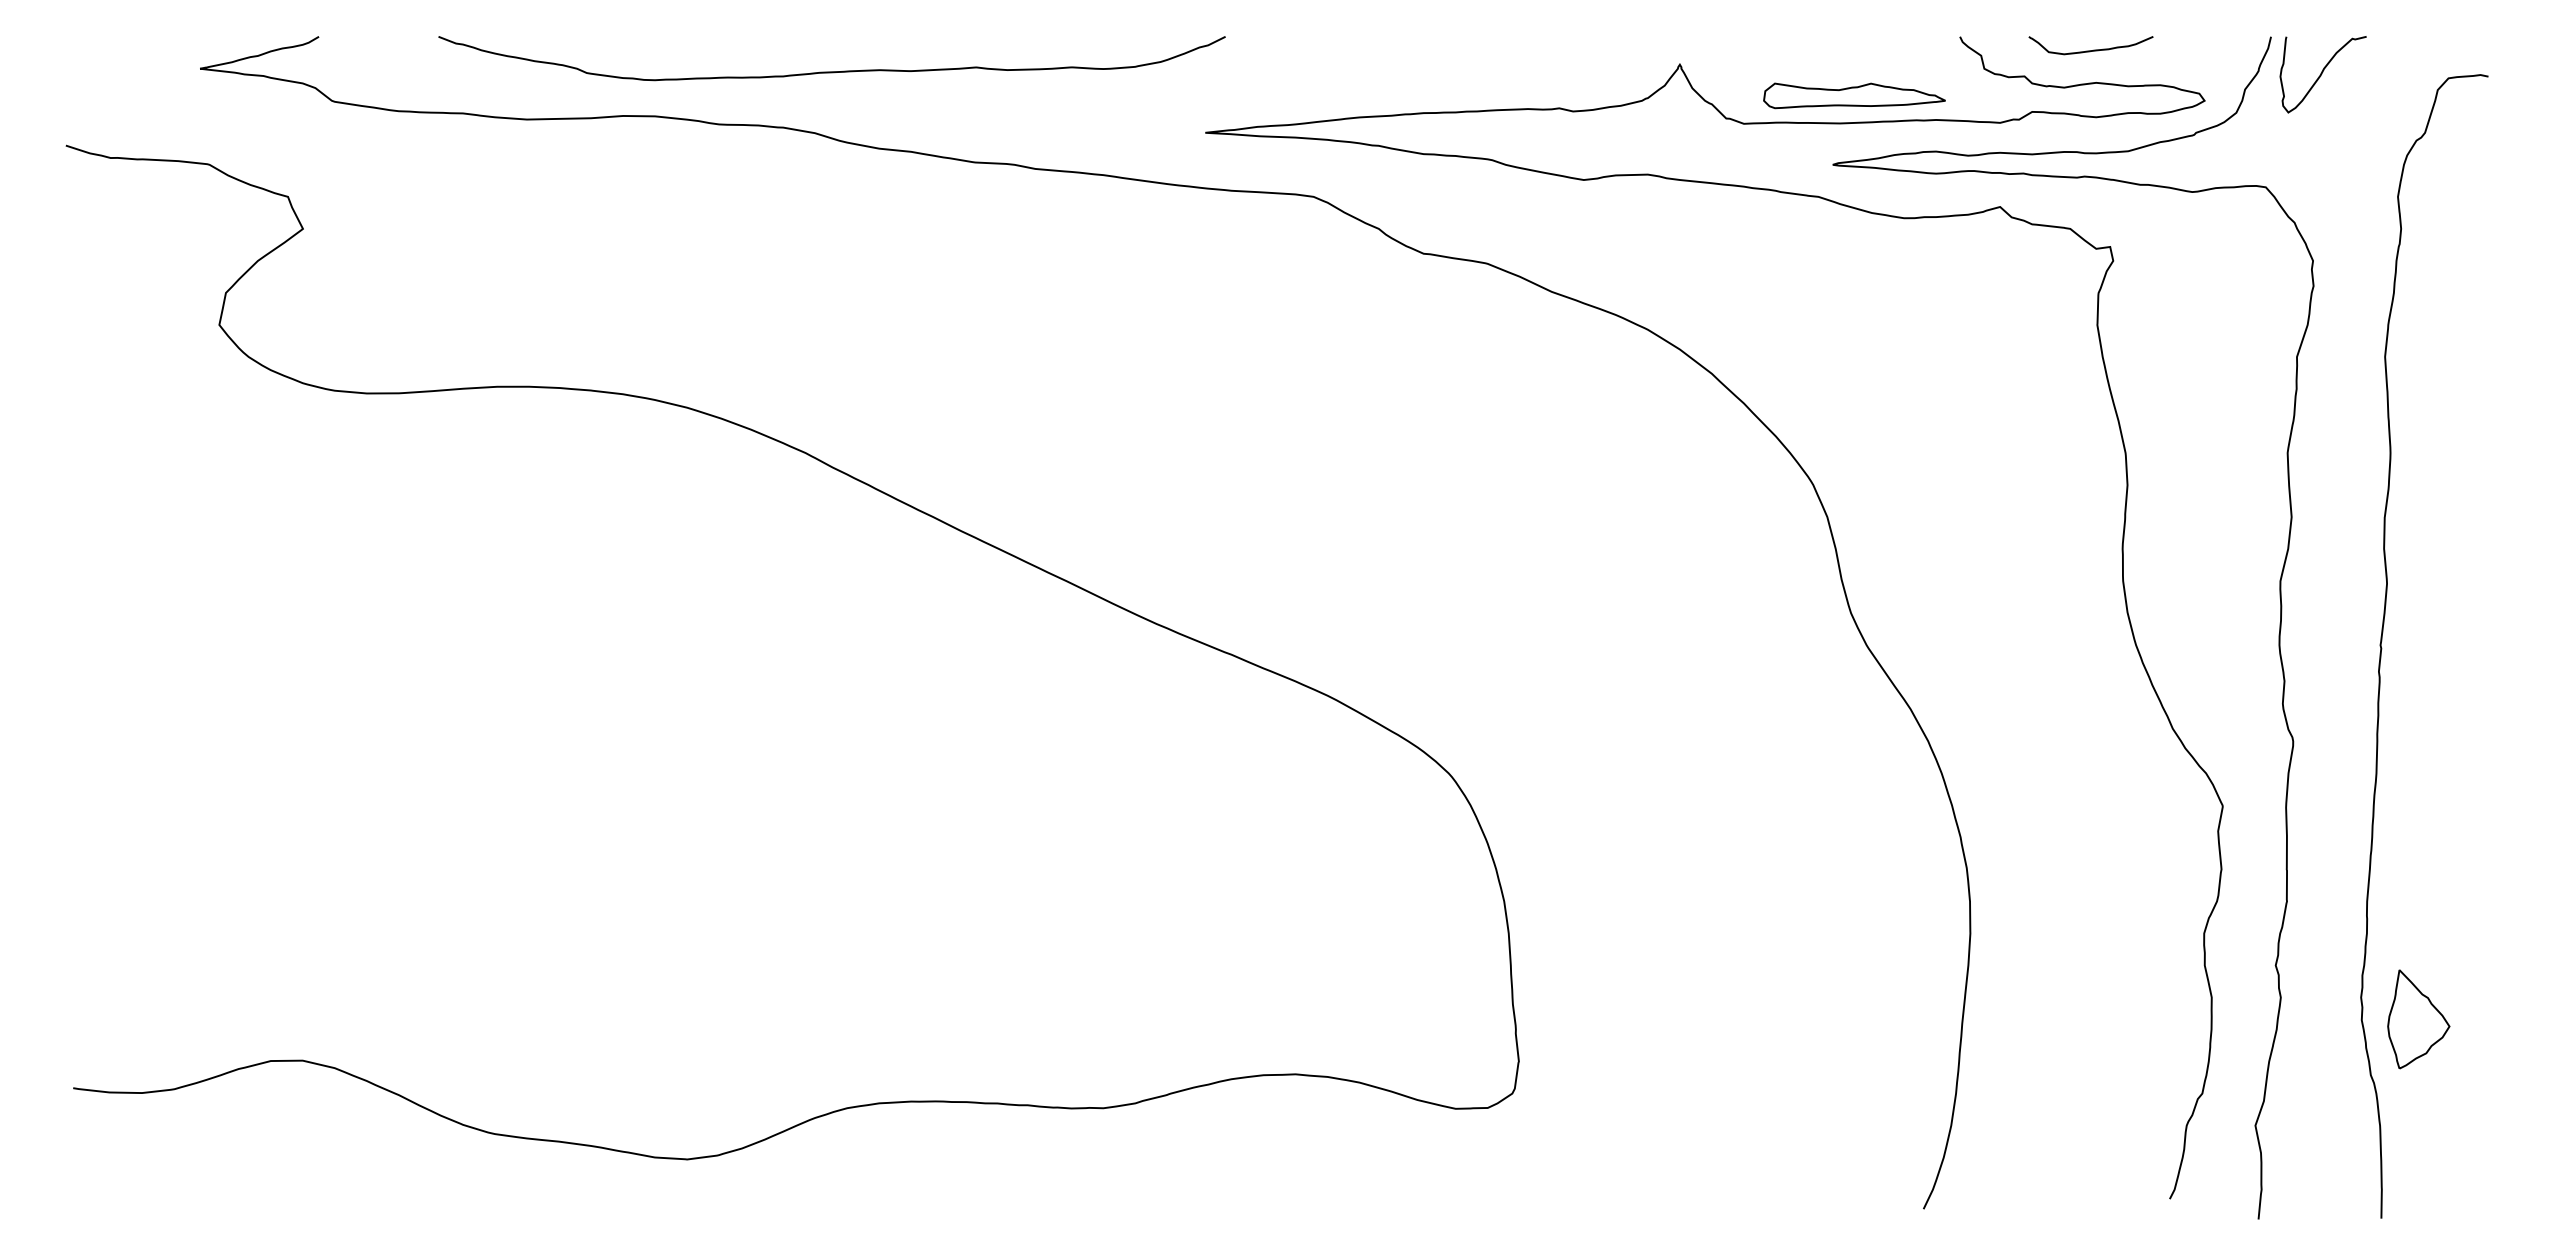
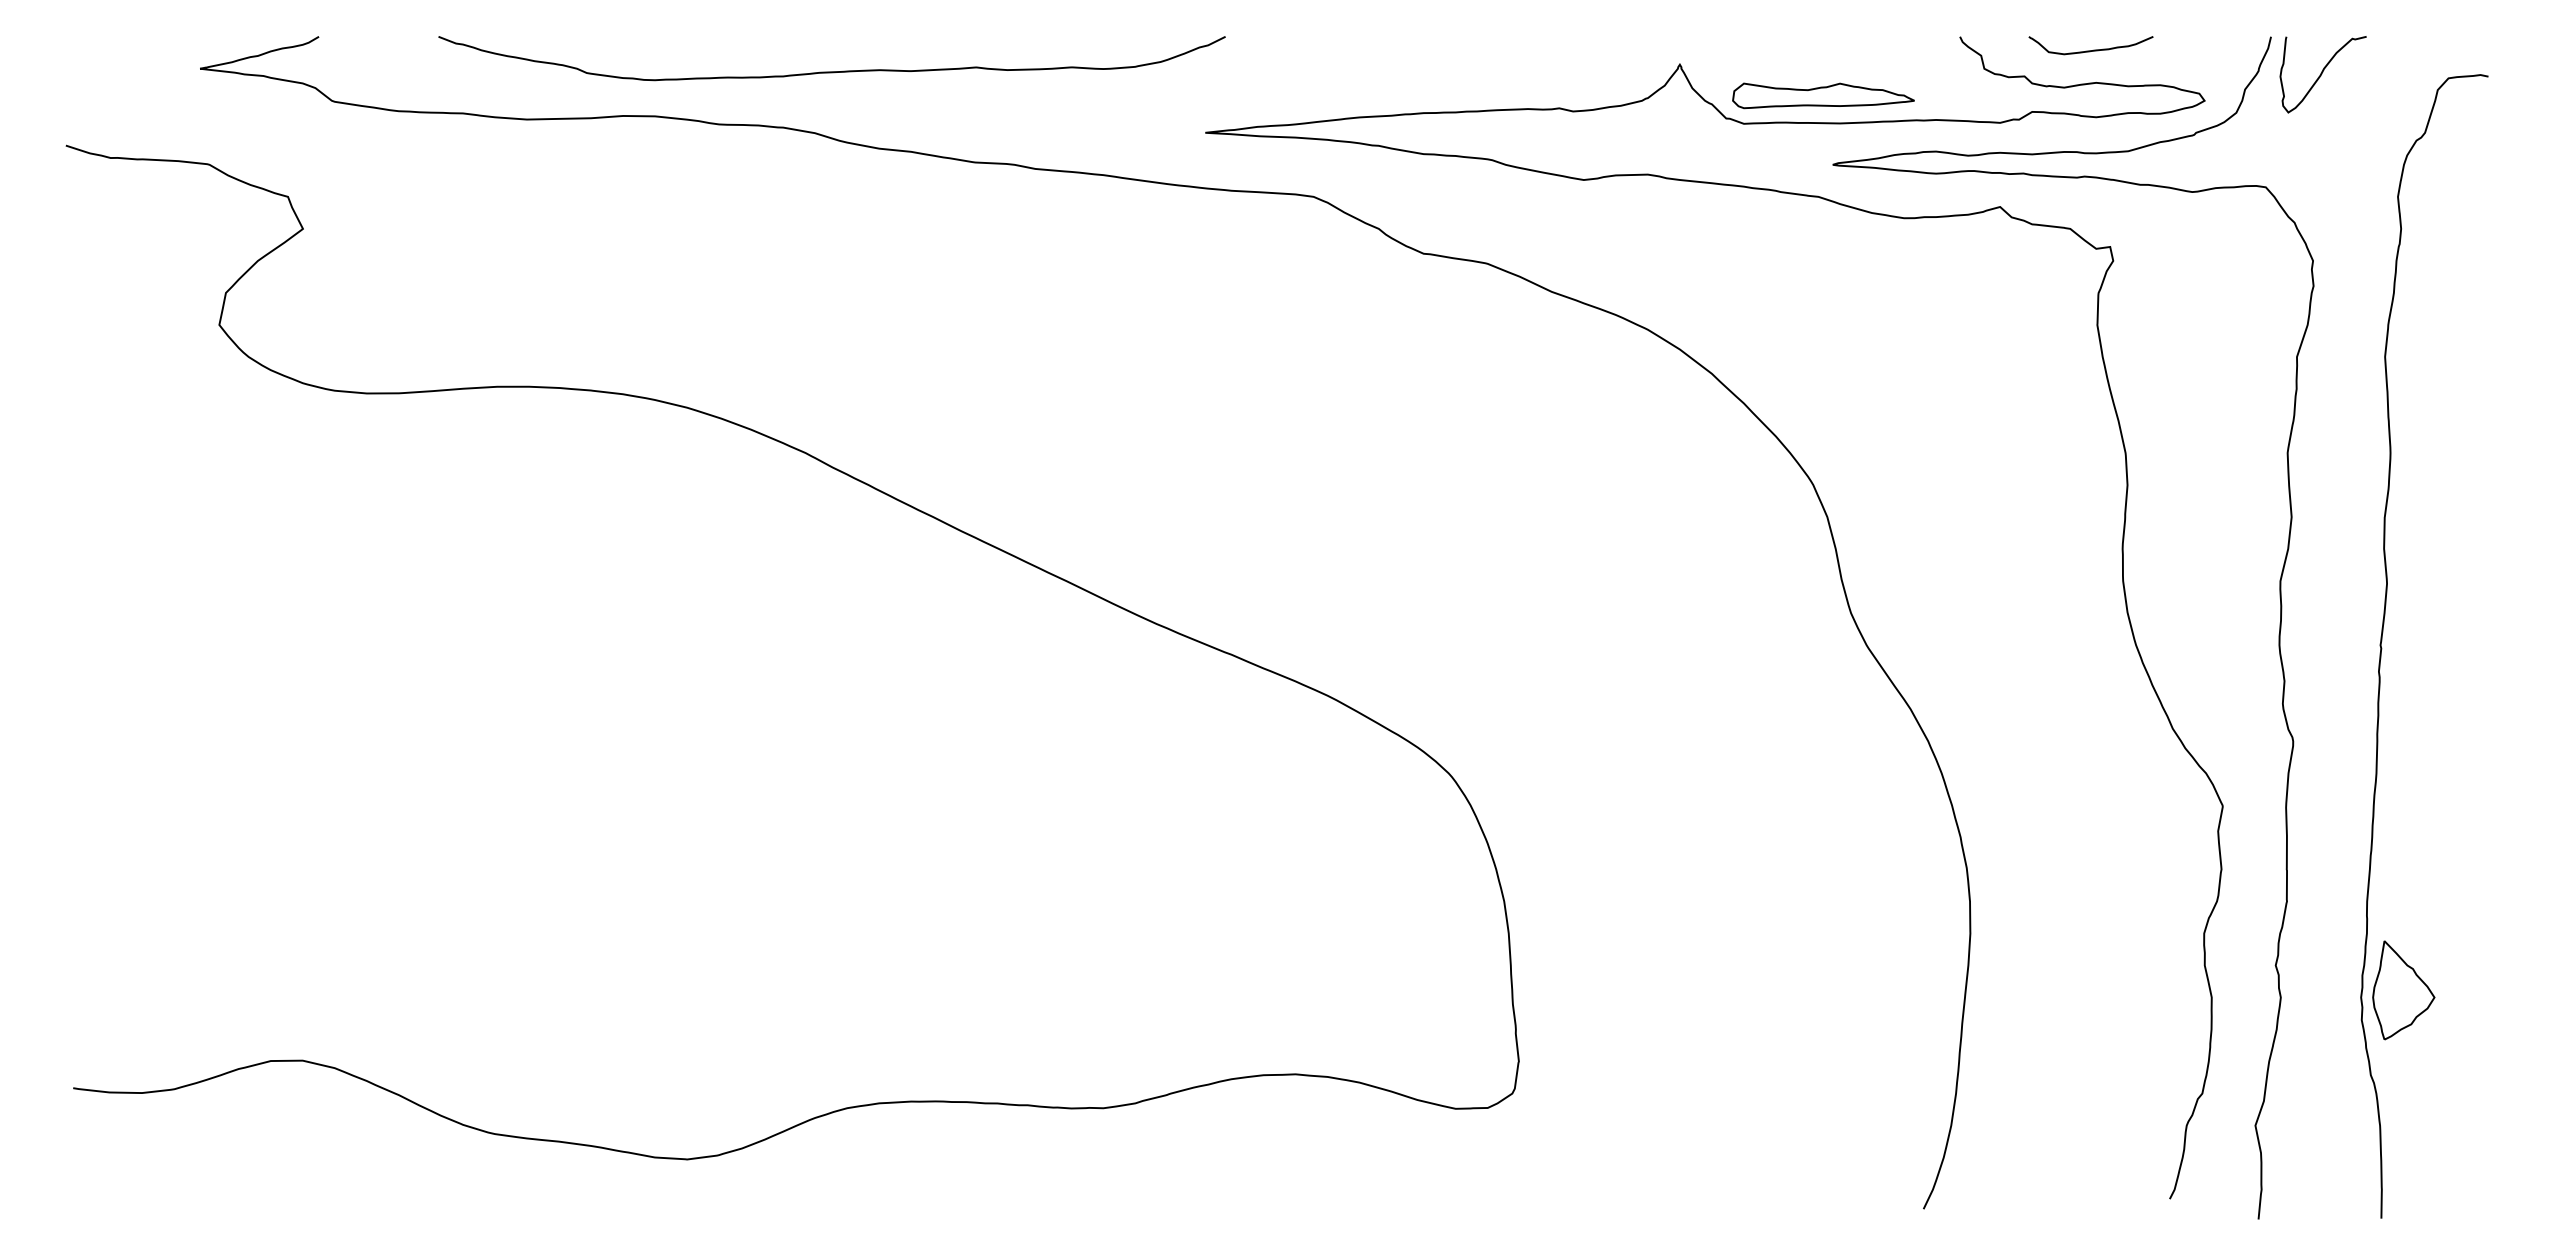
part at (1854, 95) position: (1854, 95) -> (1823, 95)
part at (2418, 1019) position: (2418, 1019) -> (2403, 990)
